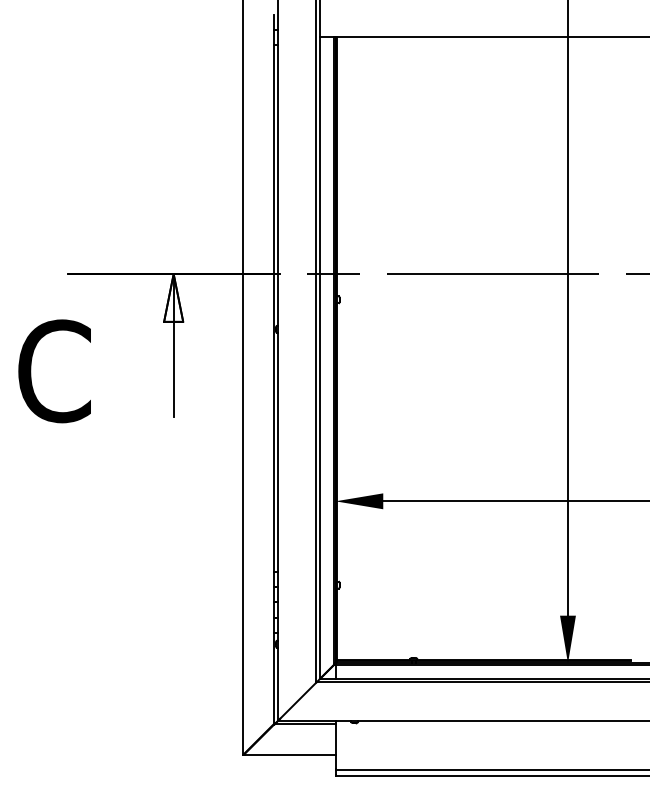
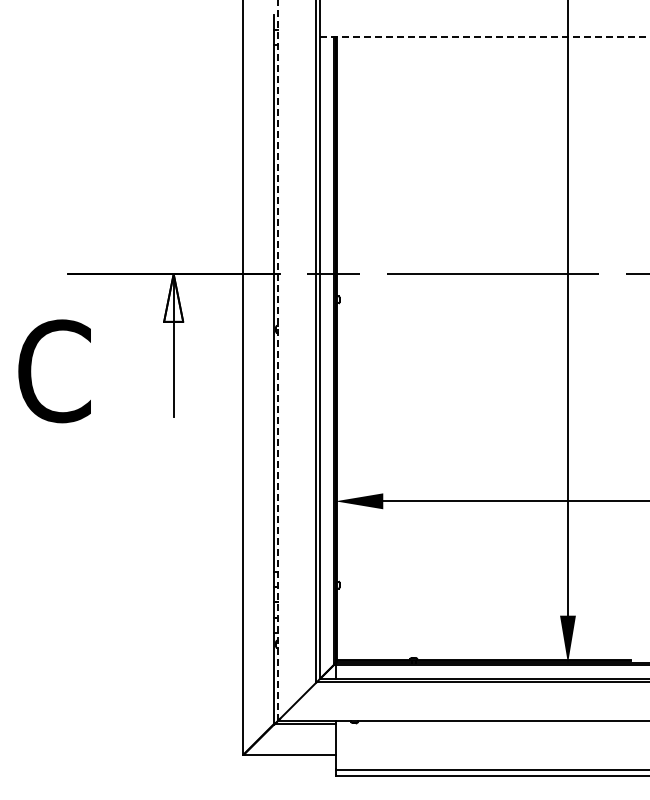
line at (484, 37): solid -> dashed
line at (278, 359): solid -> dashed
